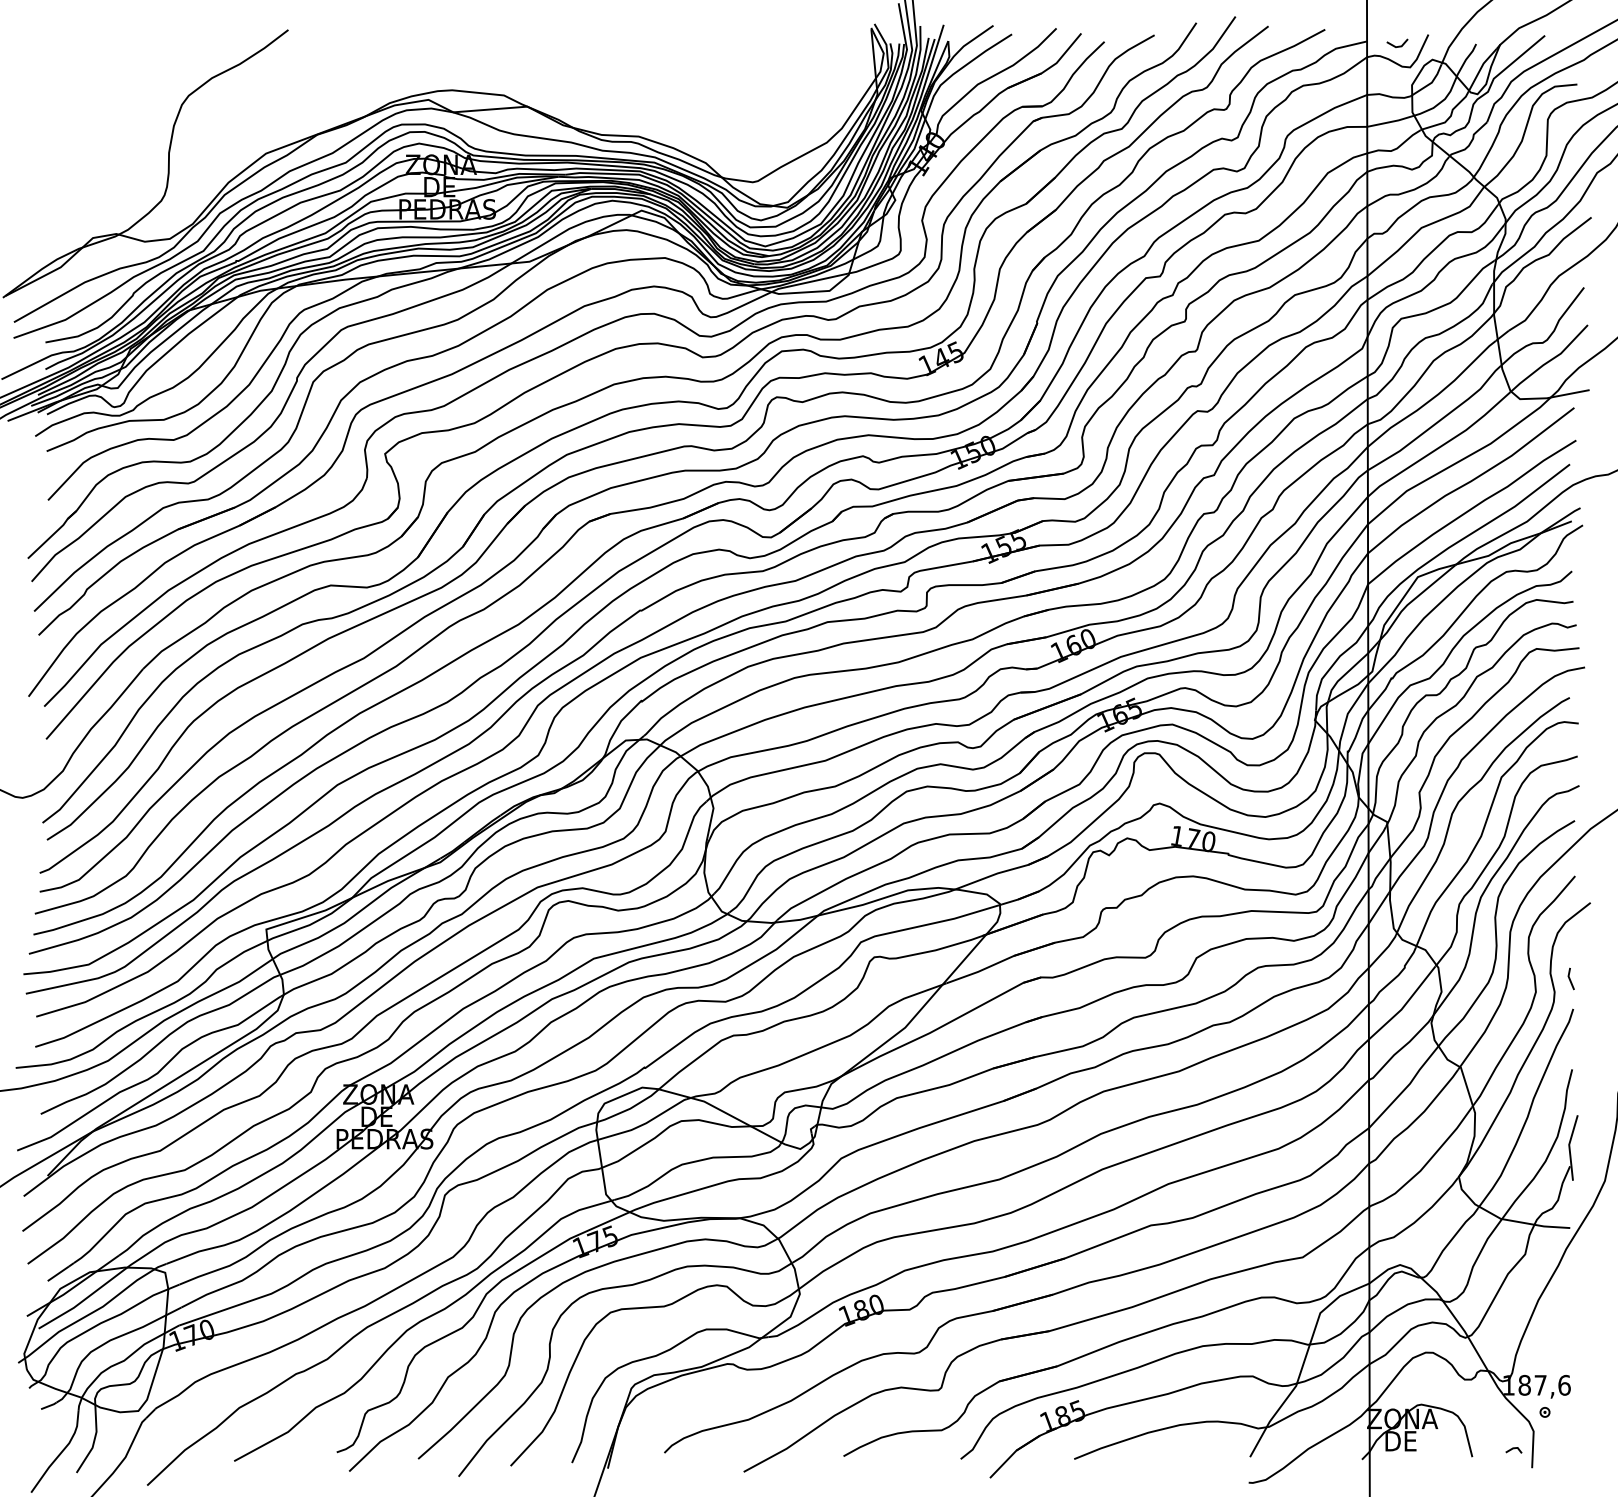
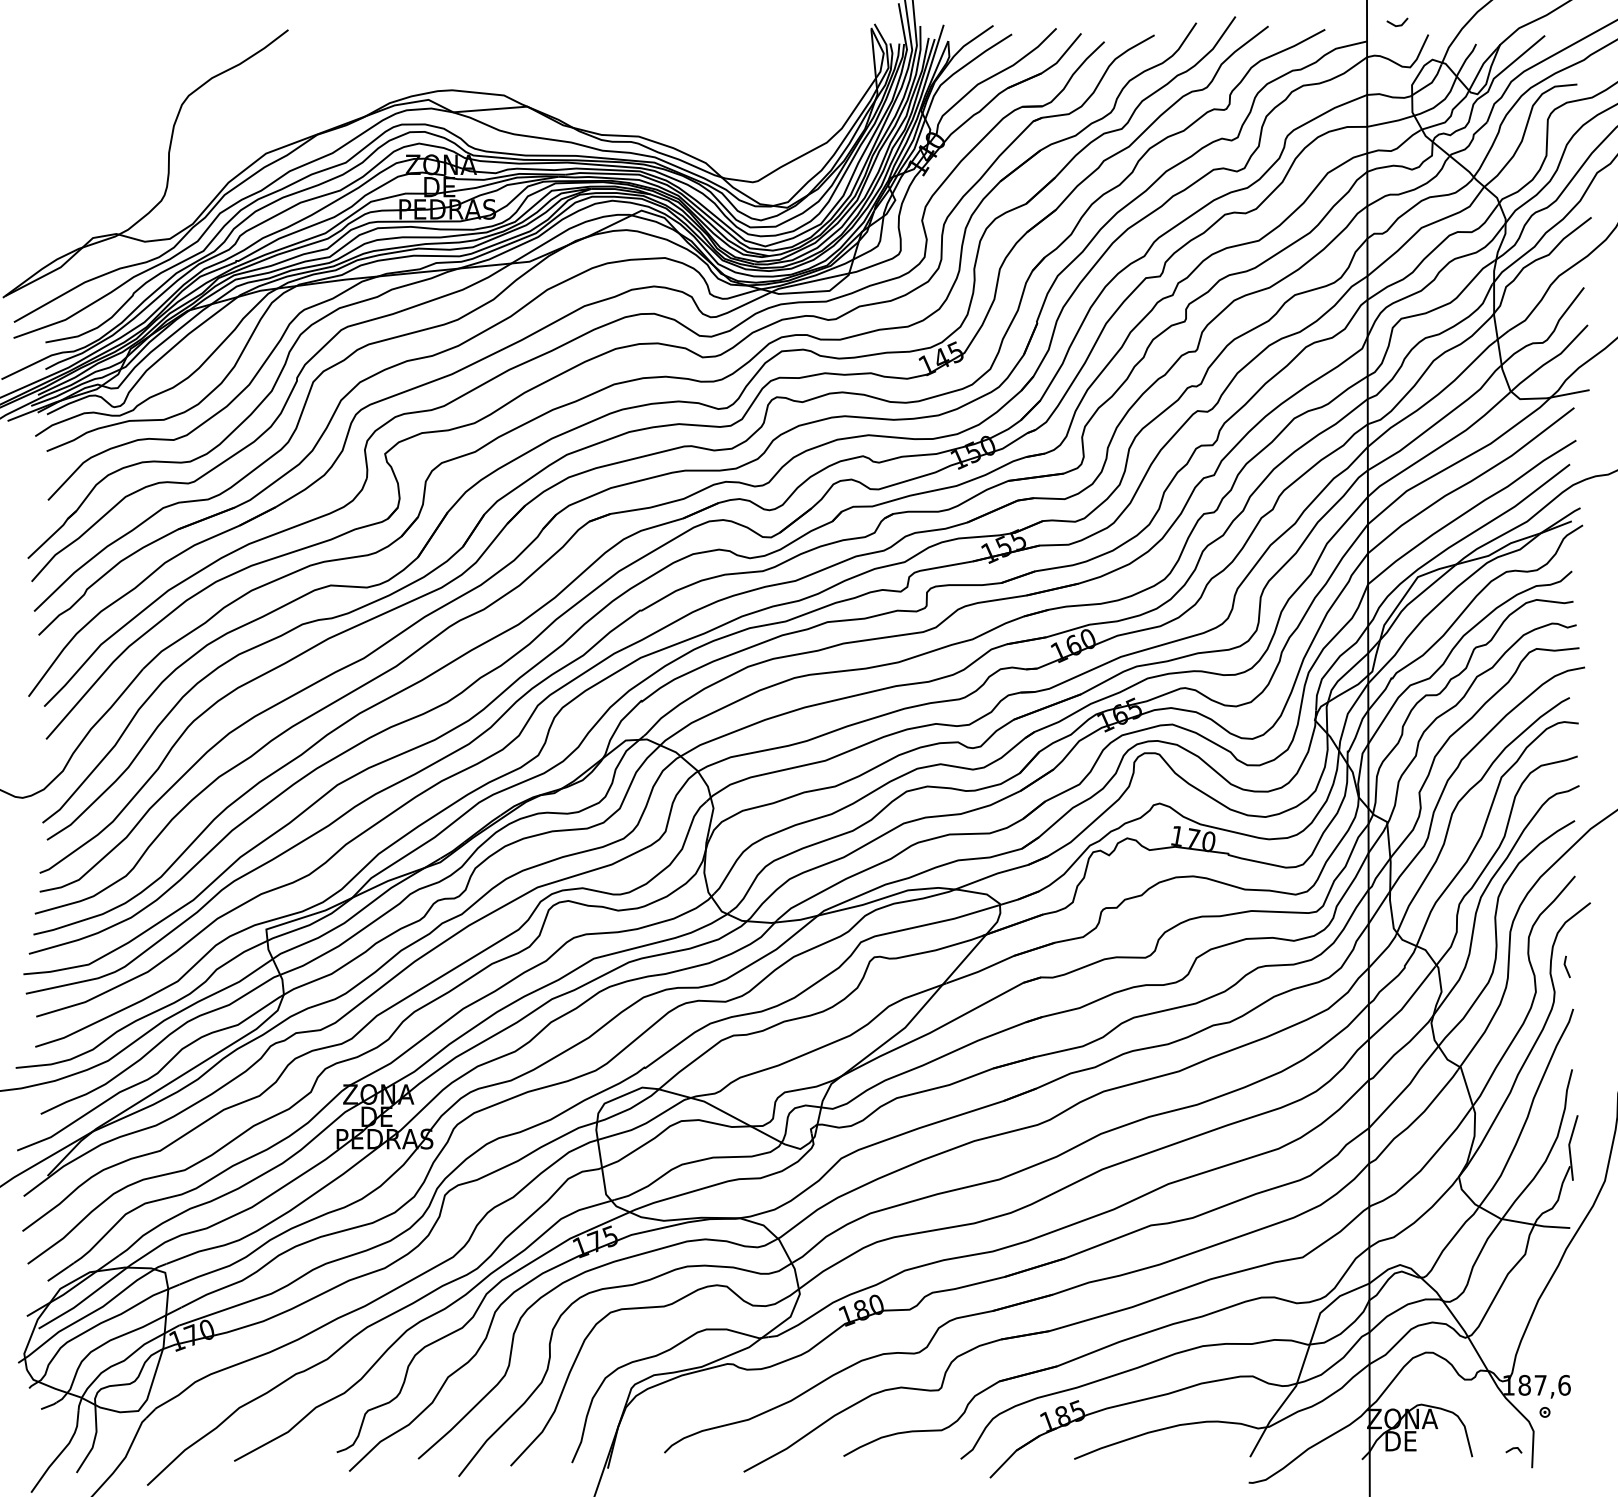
line at (1398, 45) position: (1398, 45) -> (1398, 24)
line at (1570, 978) position: (1570, 978) -> (1566, 966)
